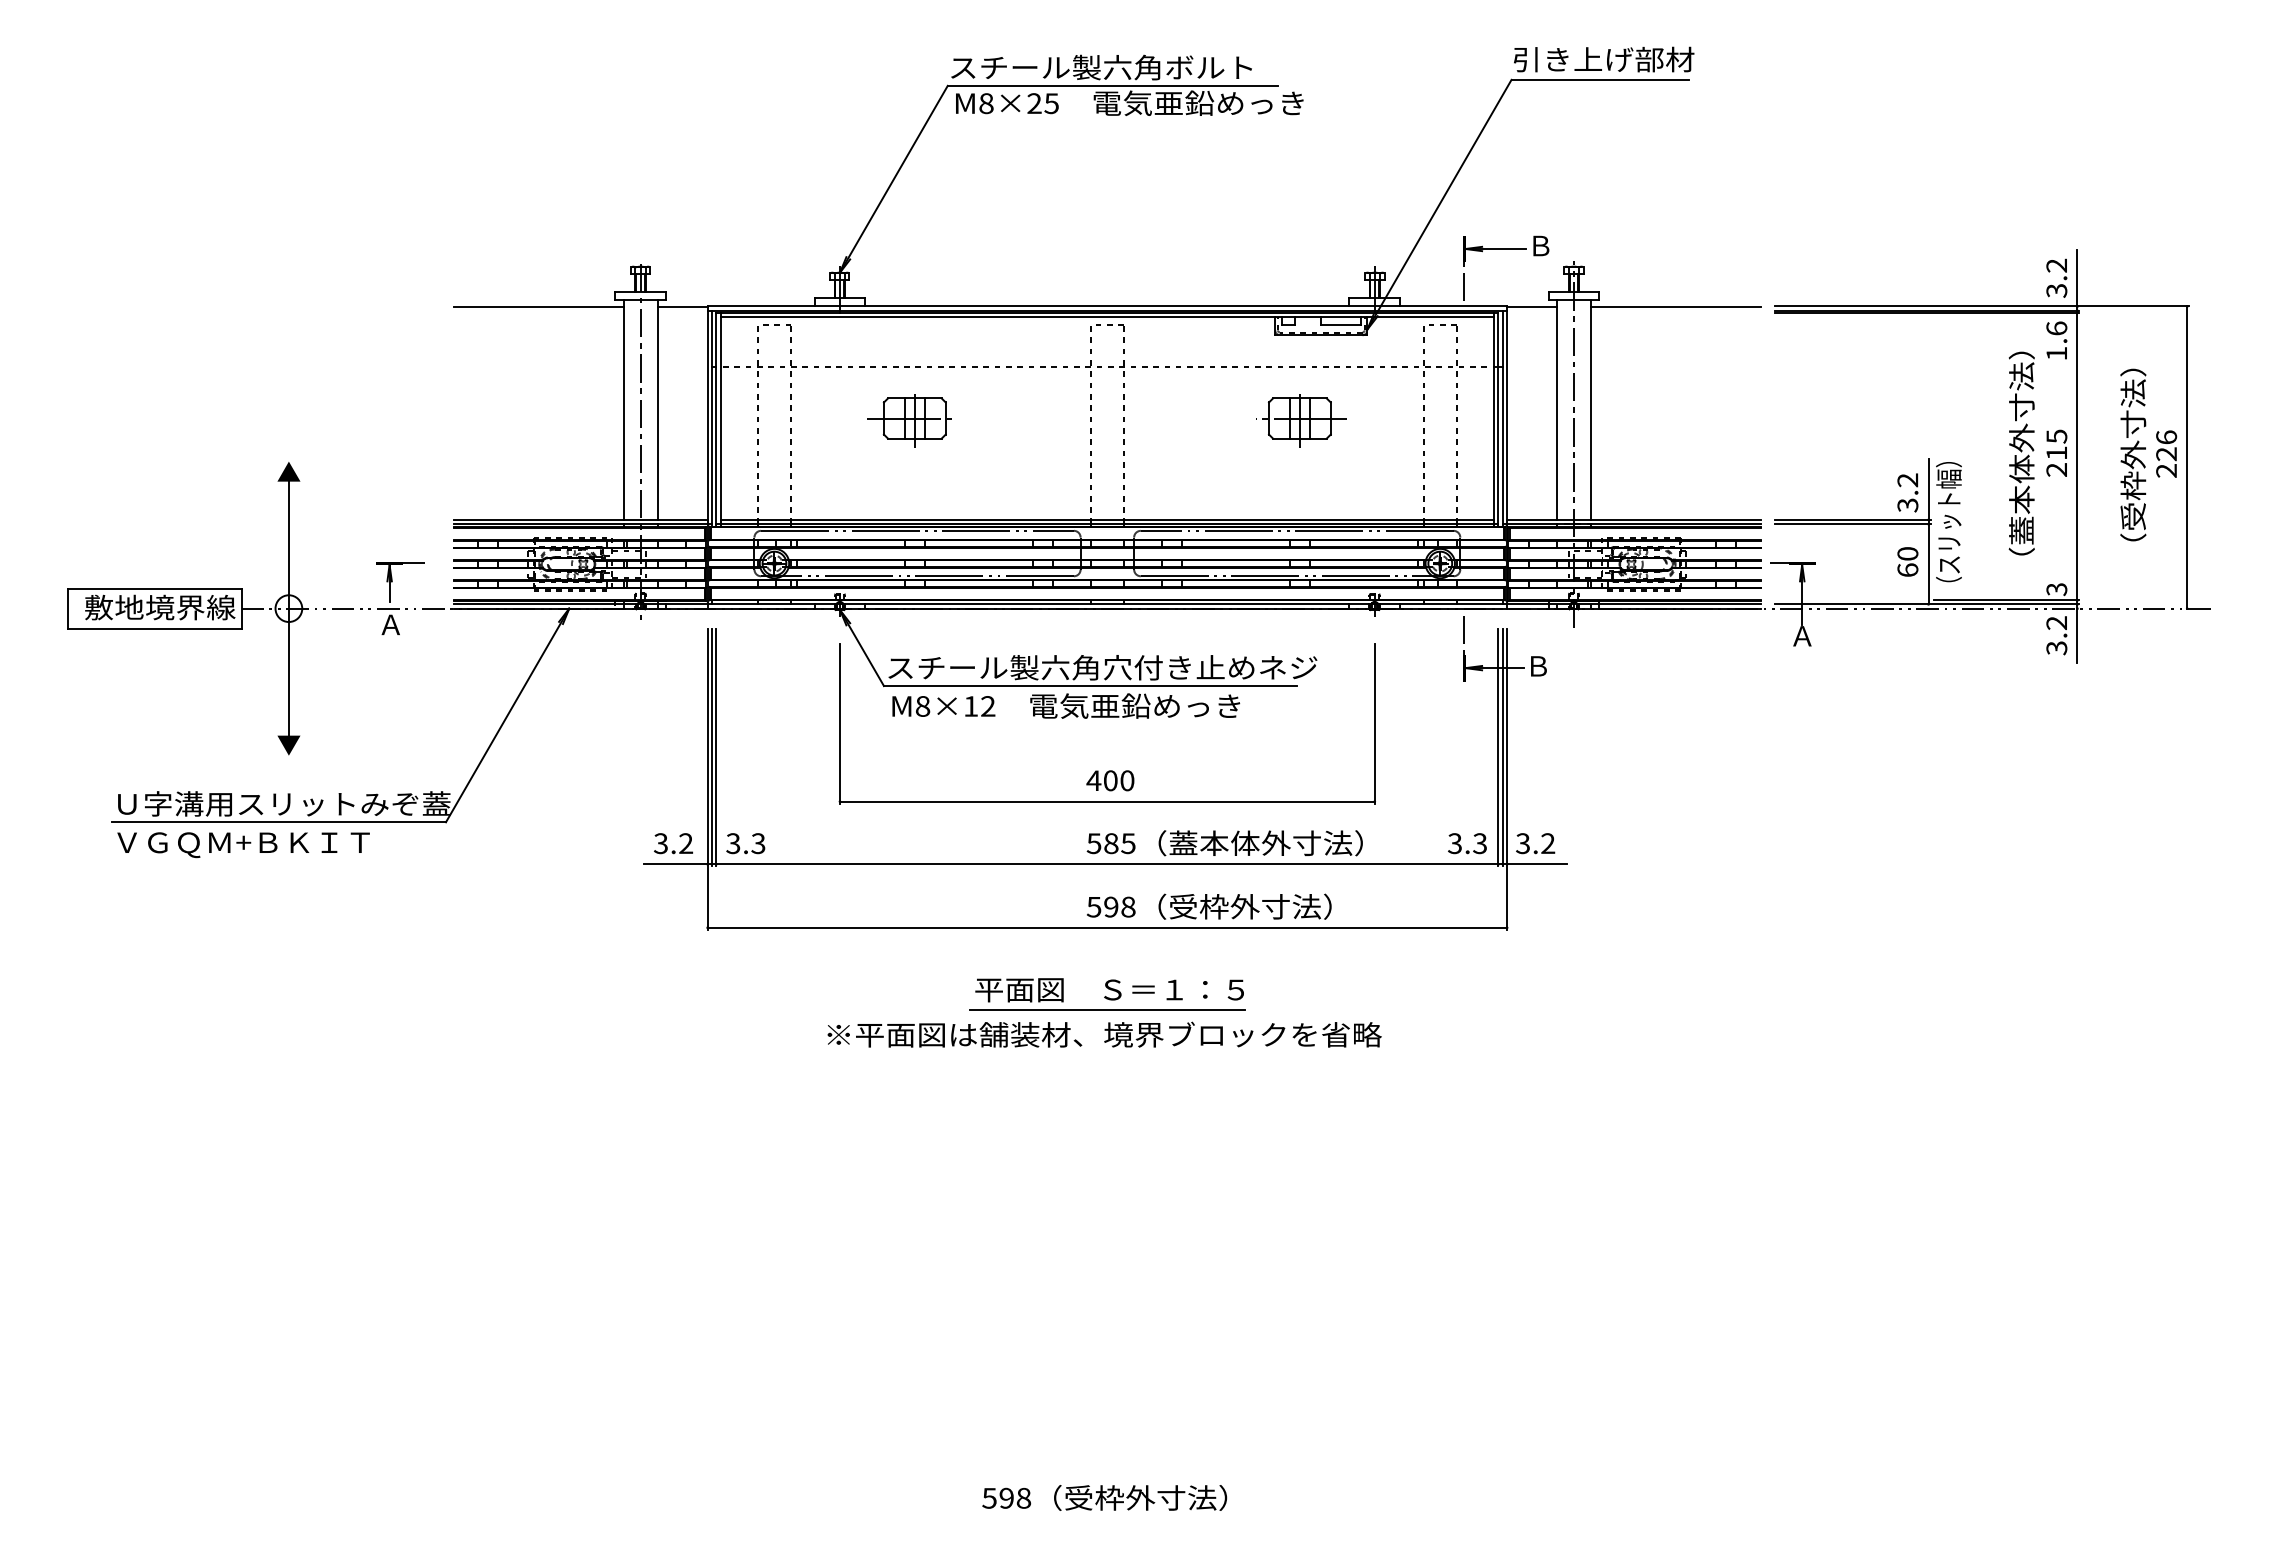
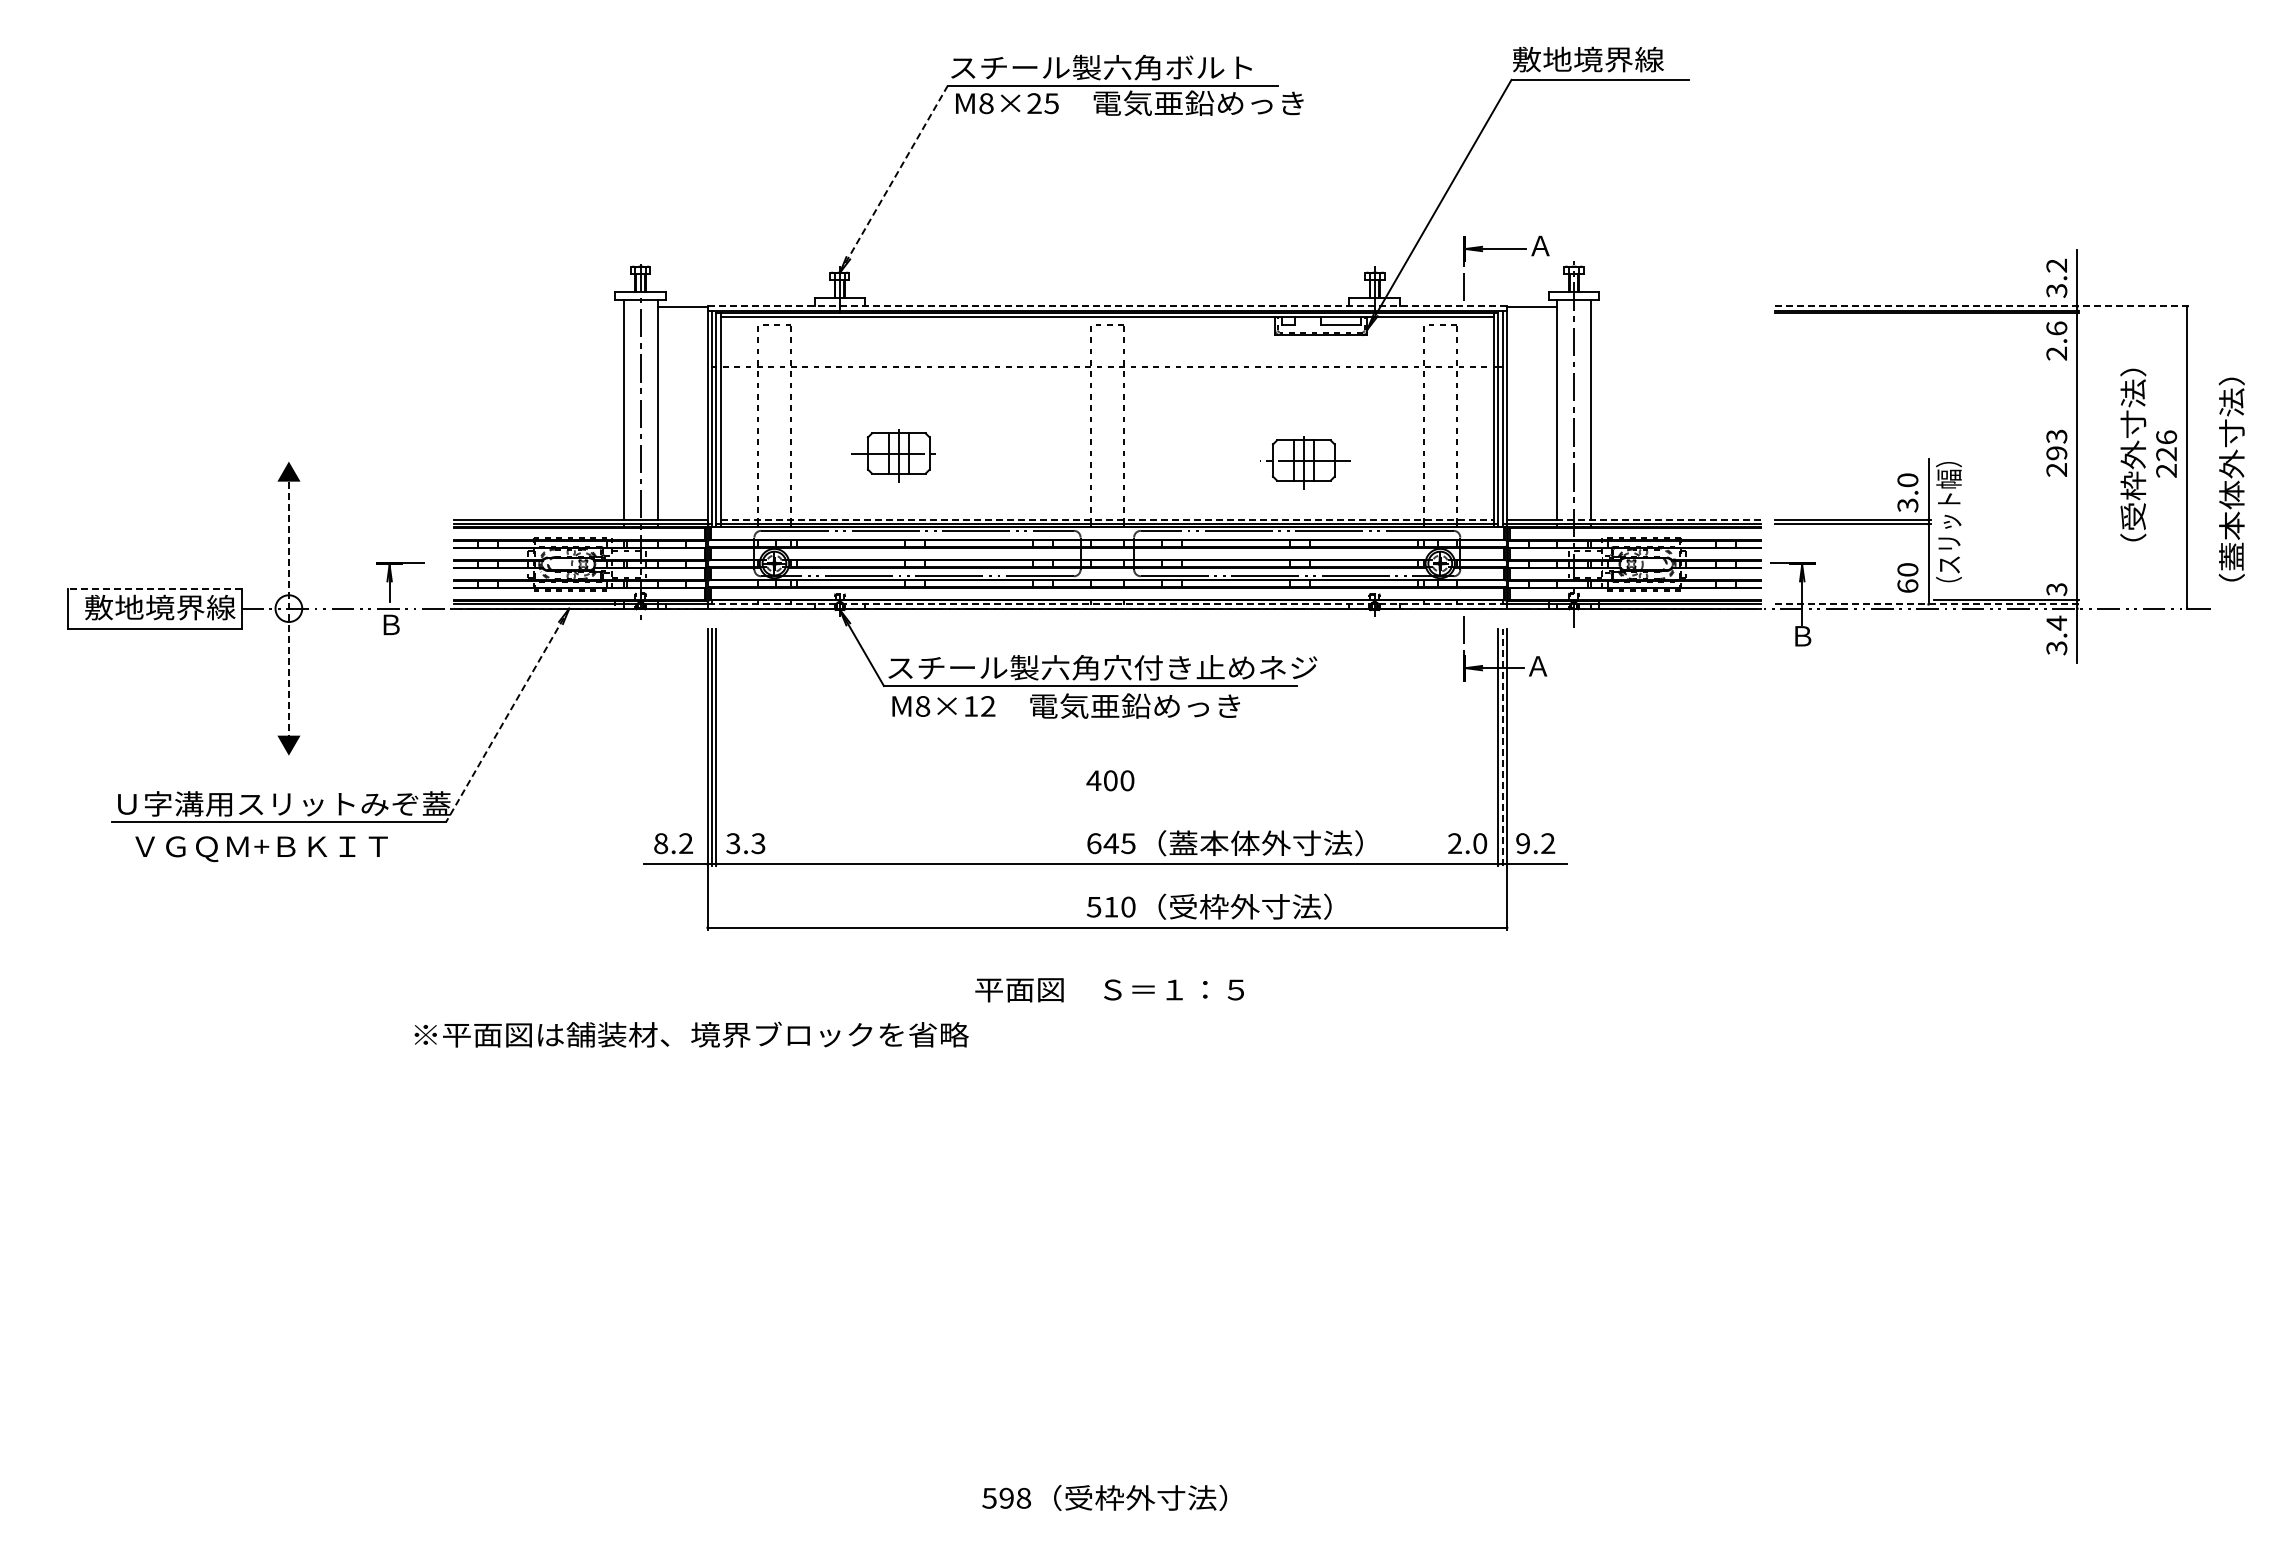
text at (1603, 59): 引き上げ部材 -> 敷地境界線
line at (893, 179): solid -> dashed
text at (1540, 245): Ｂ -> Ａ
line at (1107, 306): solid -> dashed
line at (1981, 306): solid -> dashed
line at (538, 307): present -> none
line at (1675, 307): present -> none
text at (2056, 353): 1.6 -> 2.6
part at (909, 420) position: (909, 420) -> (893, 455)
part at (1301, 420) position: (1301, 420) -> (1305, 462)
text at (2056, 444): 215 -> 293
text at (2021, 453) position: (2021, 453) -> (2231, 479)
text at (1907, 480): 3.2 -> 3.0
line at (1107, 519): solid -> dashed
line at (1659, 519): solid -> dashed
text at (1907, 561) position: (1907, 561) -> (1907, 577)
line at (155, 588): solid -> dashed
line at (1107, 604): solid -> dashed
line at (1926, 604): solid -> dashed
line at (288, 608): solid -> dashed
text at (2056, 622): 3.2 -> 3.4
text at (390, 624): Ａ -> Ｂ
text at (1802, 636): Ａ -> Ｂ
text at (1538, 666): Ｂ -> Ａ
line at (507, 715): solid -> dashed
line at (1502, 747): solid -> dashed
part at (1106, 801): present -> none
text at (661, 843): 3.2 -> 8.2
text at (1102, 843): 585 -> 645
text at (1467, 843): 3.3 -> 2.0
text at (1522, 843): 3.2 -> 9.2
text at (243, 845) position: (243, 845) -> (261, 849)
text at (1119, 906): 598 -> 510
line at (1107, 1009): present -> none
text at (1104, 1034) position: (1104, 1034) -> (691, 1034)
